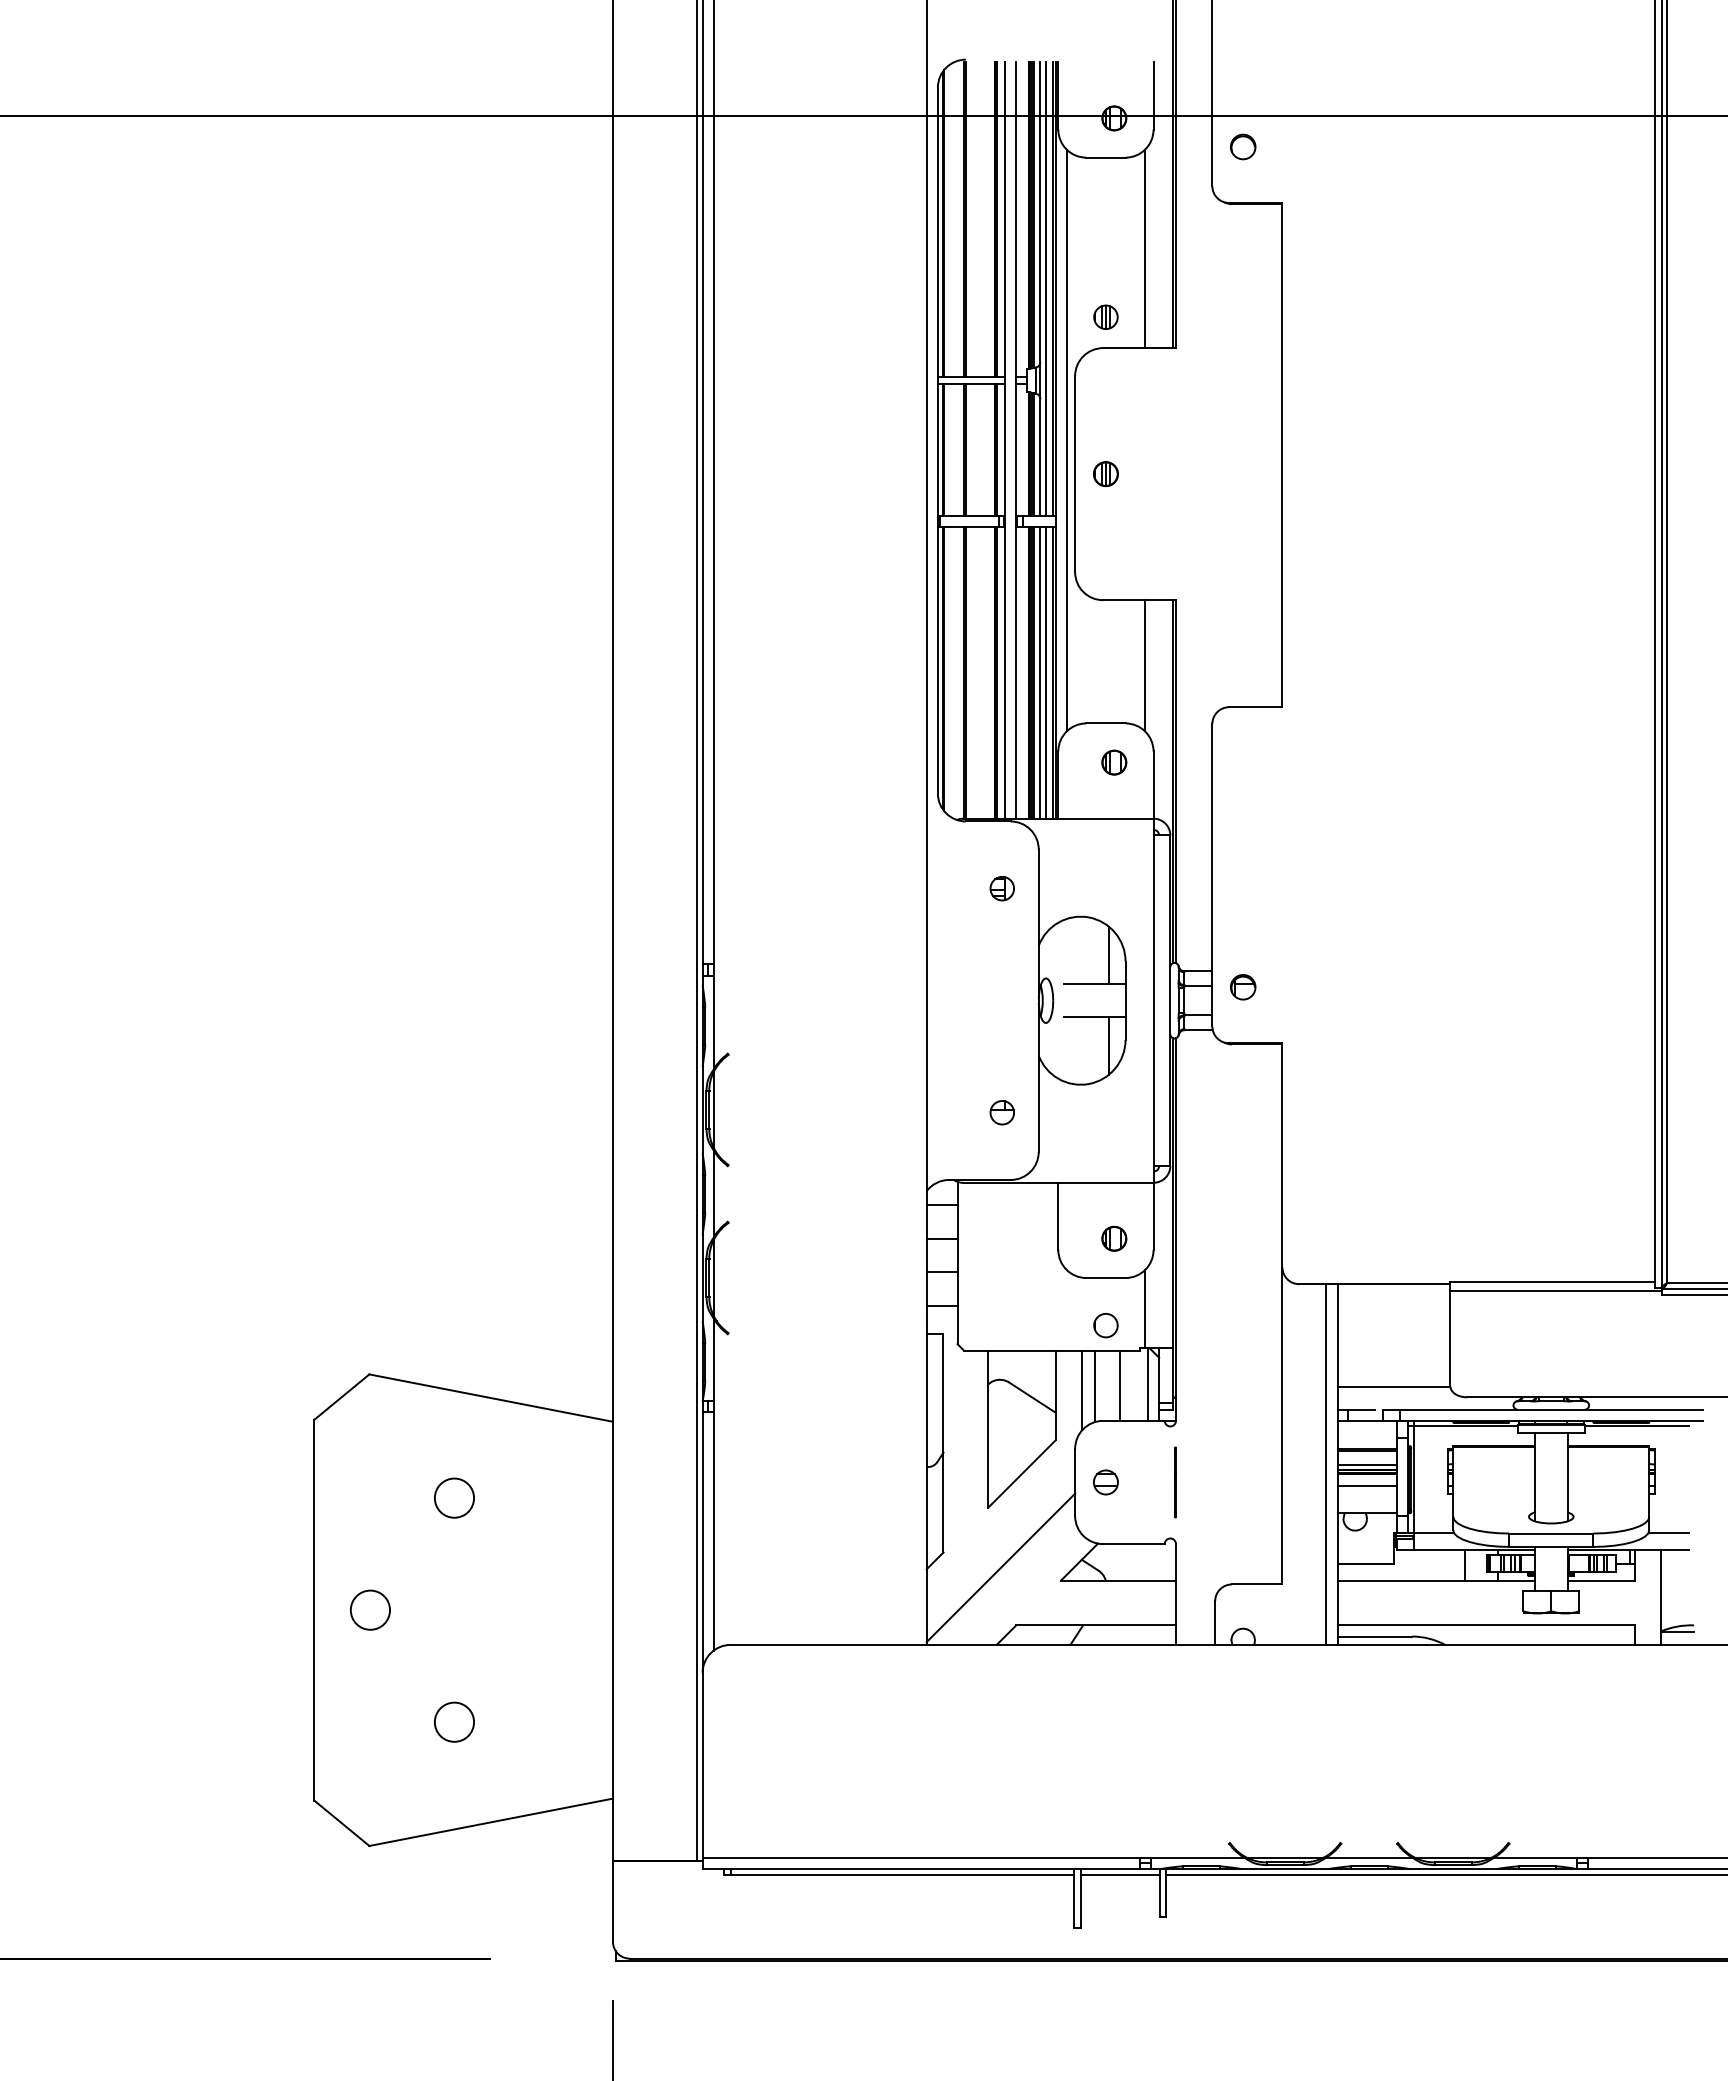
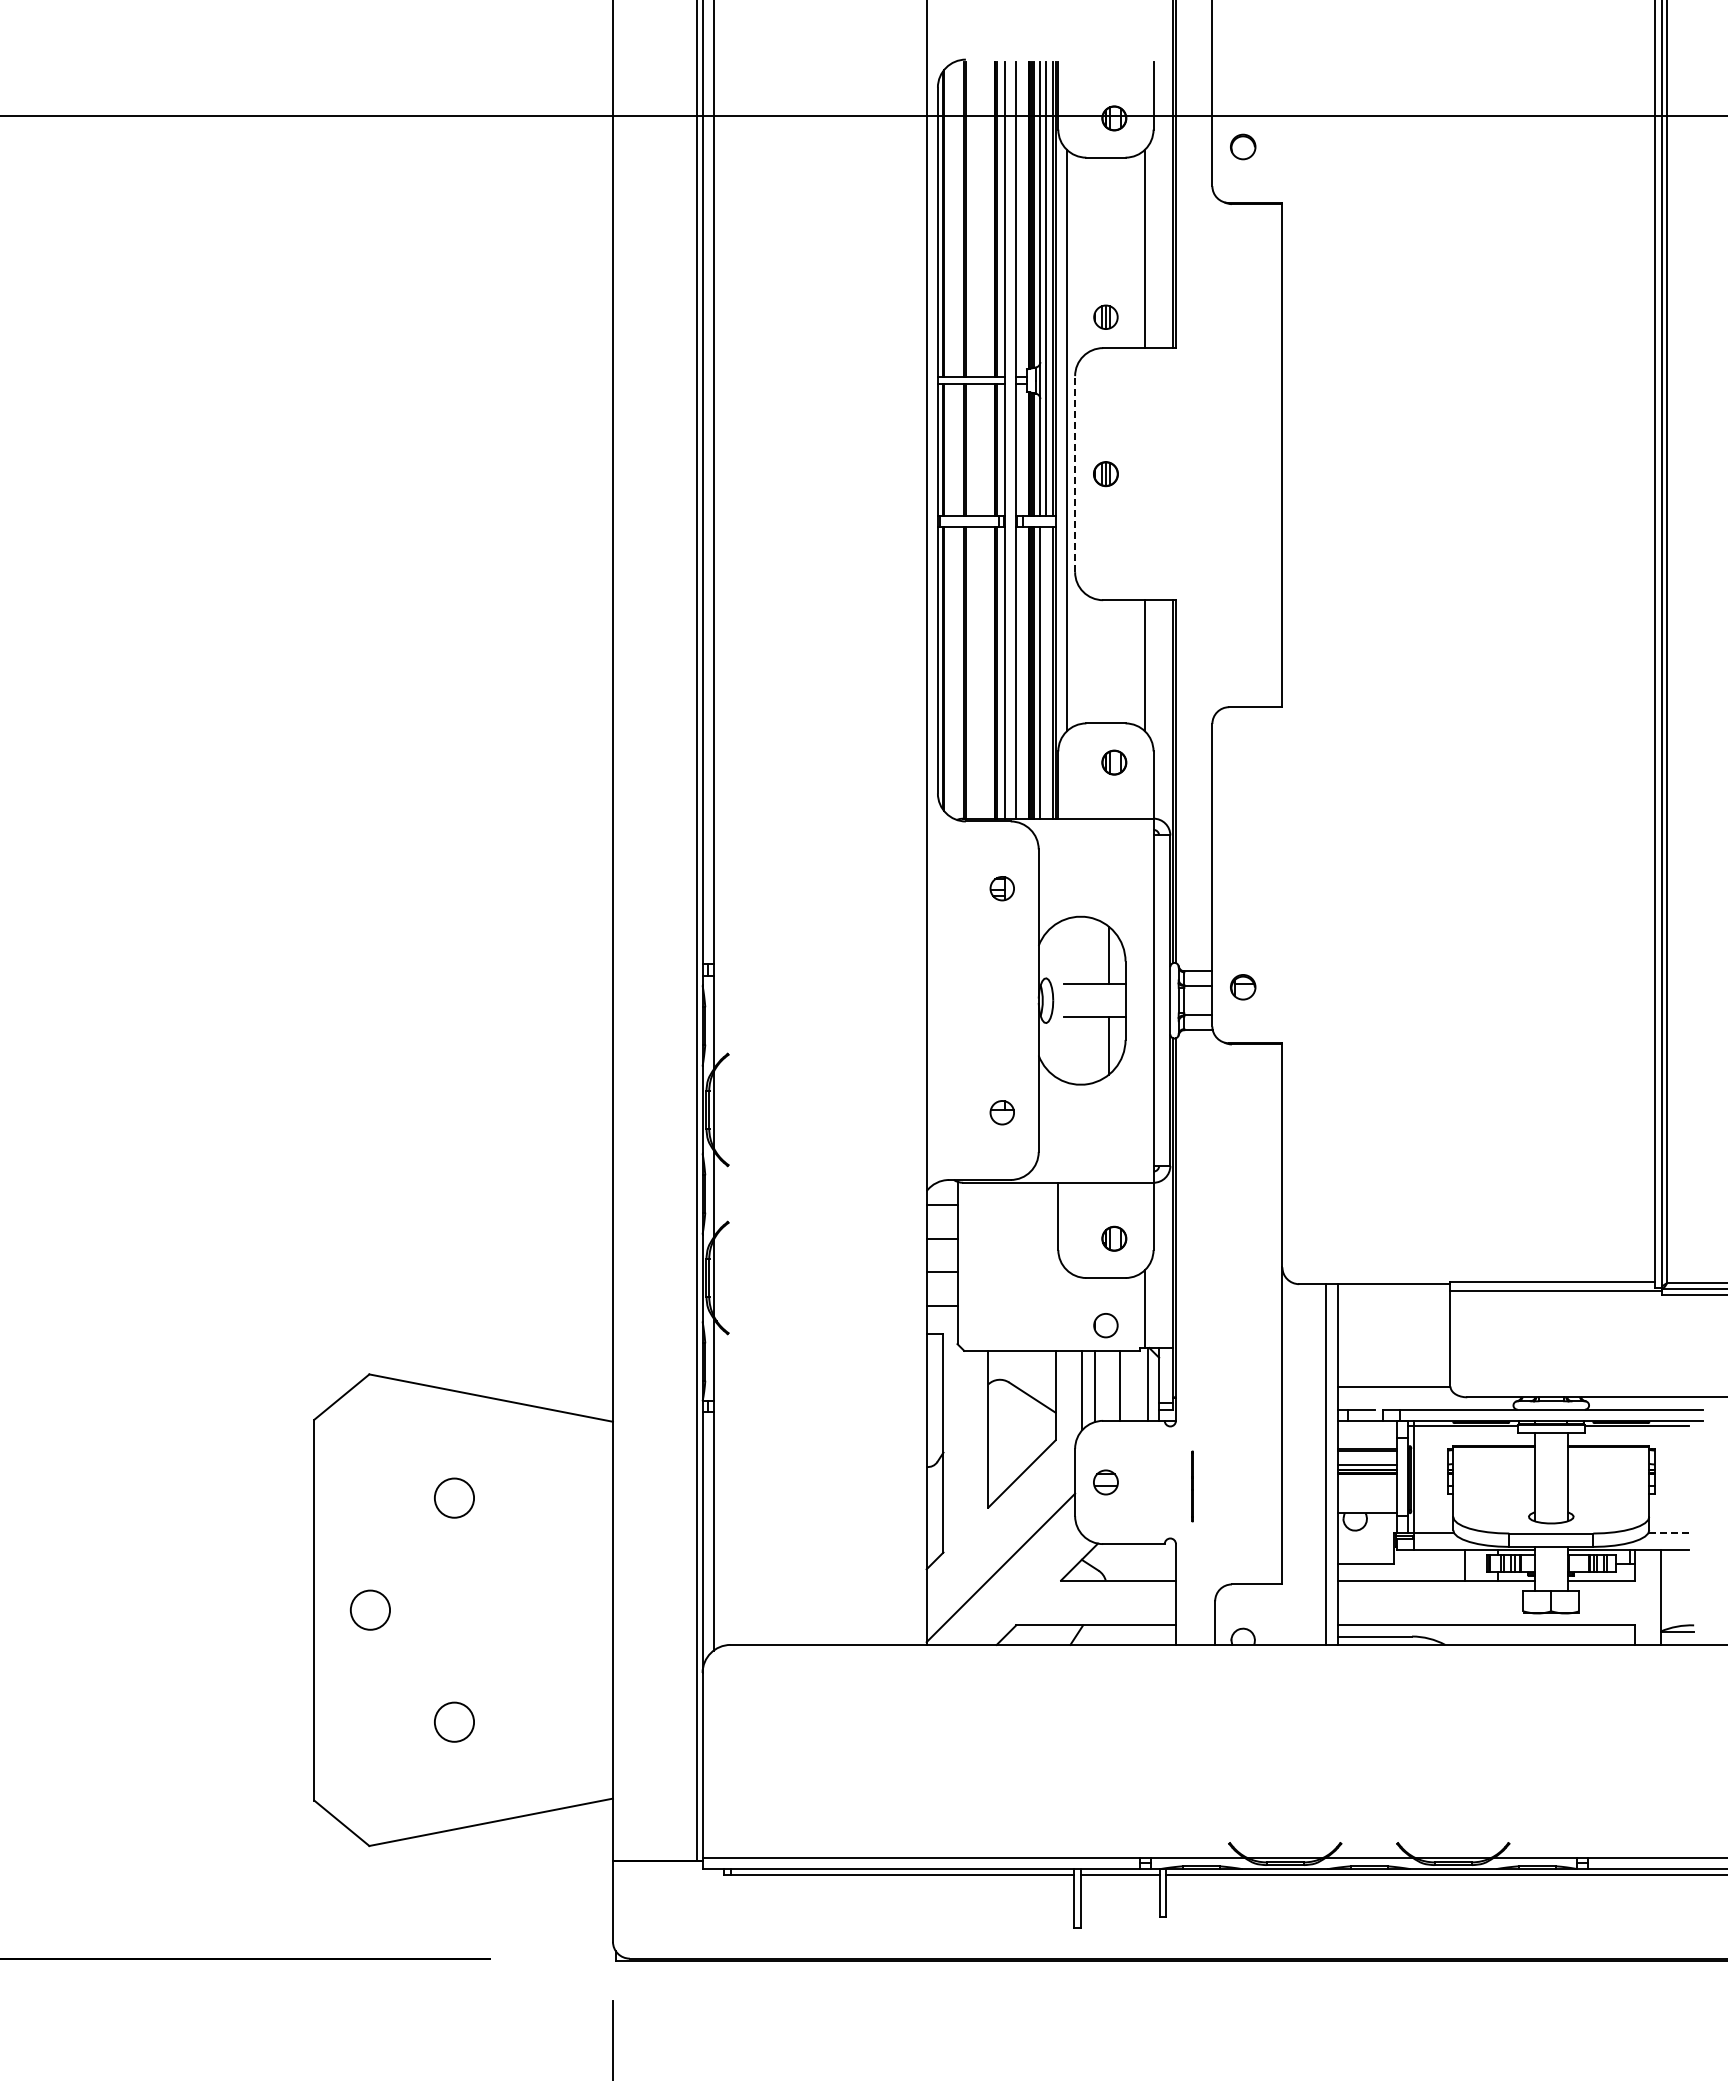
line at (1075, 473): solid -> dashed
line at (1046, 672): present -> none
line at (1175, 1482) position: (1175, 1482) -> (1192, 1486)
line at (1367, 1486): present -> none
line at (1668, 1532): solid -> dashed
